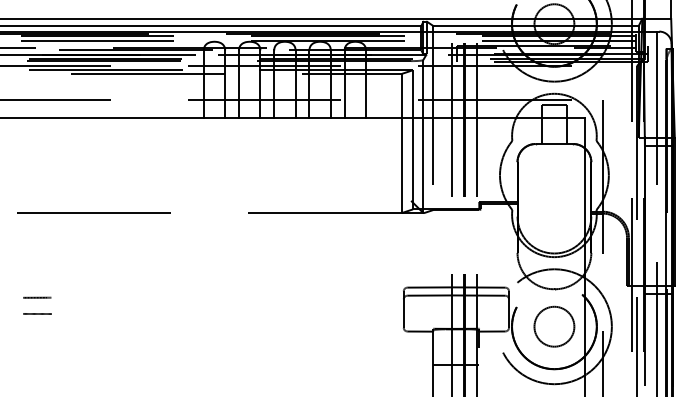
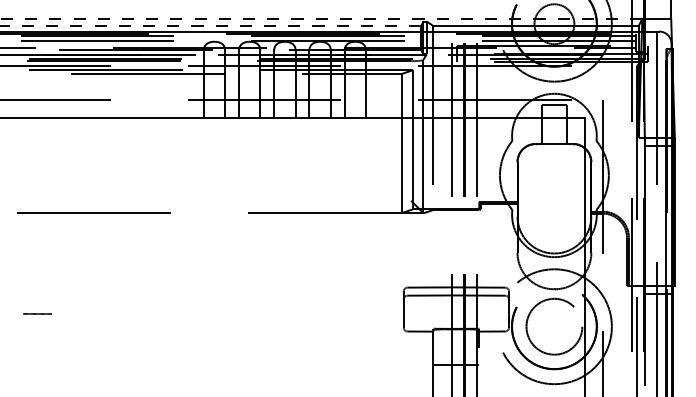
line at (321, 18): solid -> dashed
line at (211, 26): solid -> dashed
line at (37, 297): present -> none
circle at (554, 326) diameter: 40 px -> 56 px
